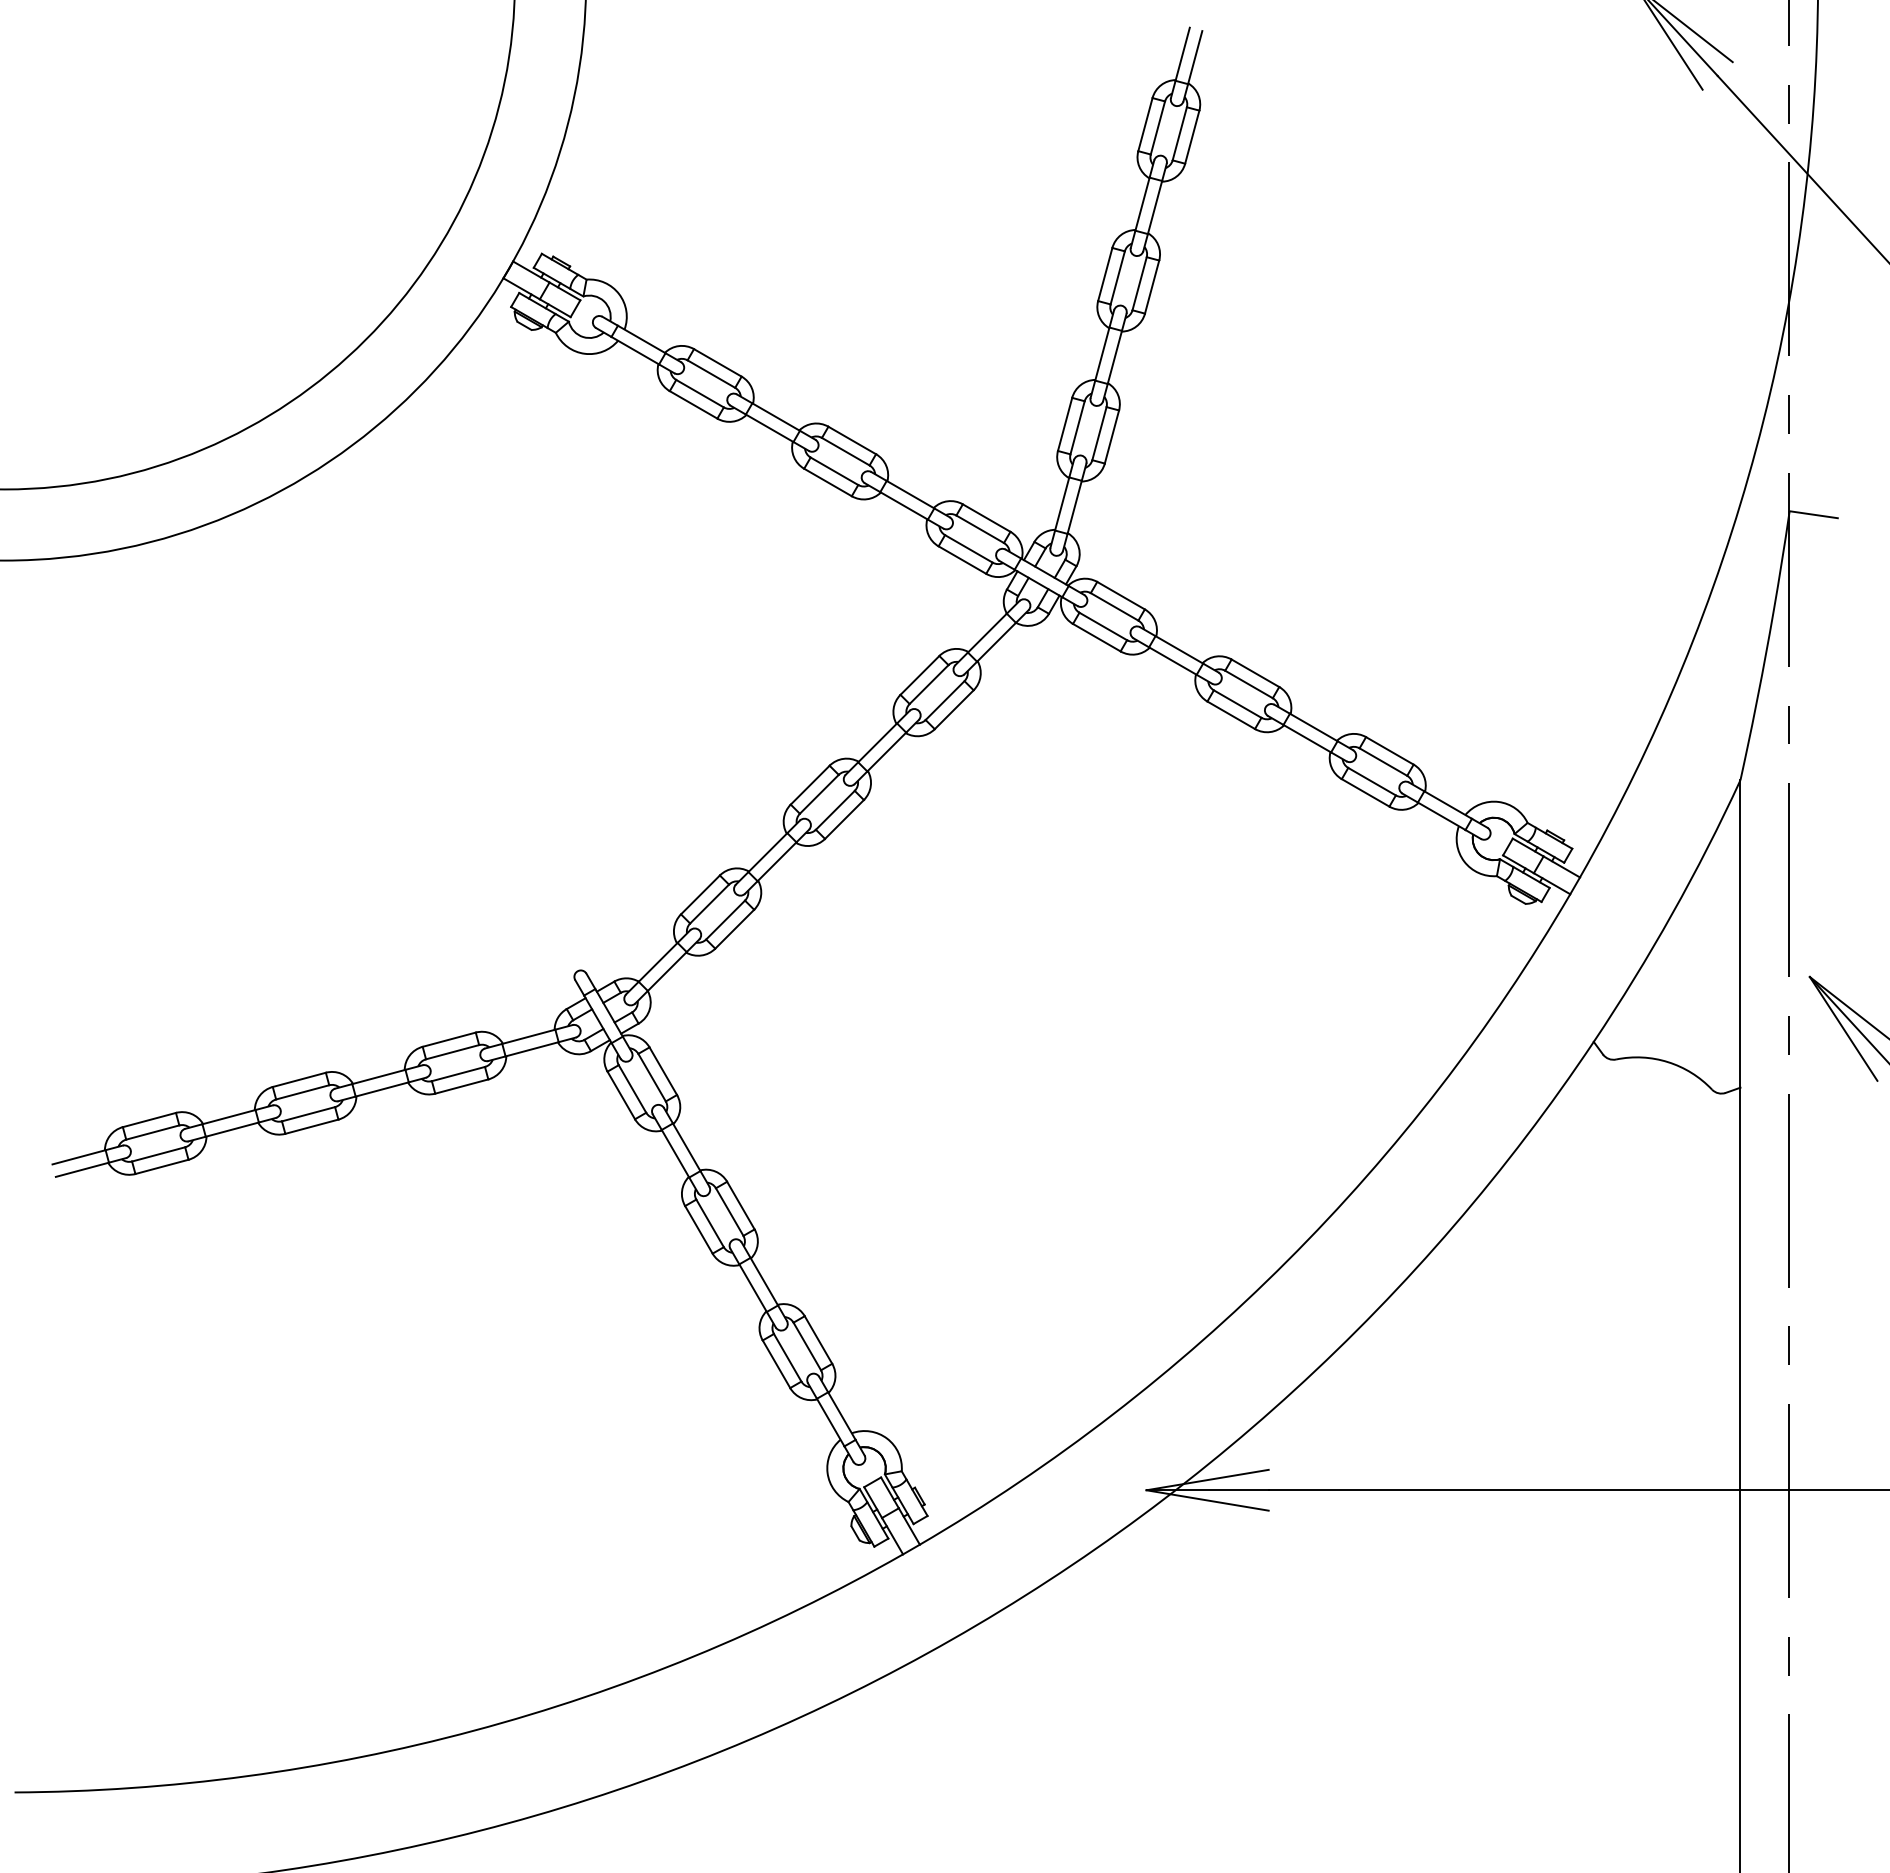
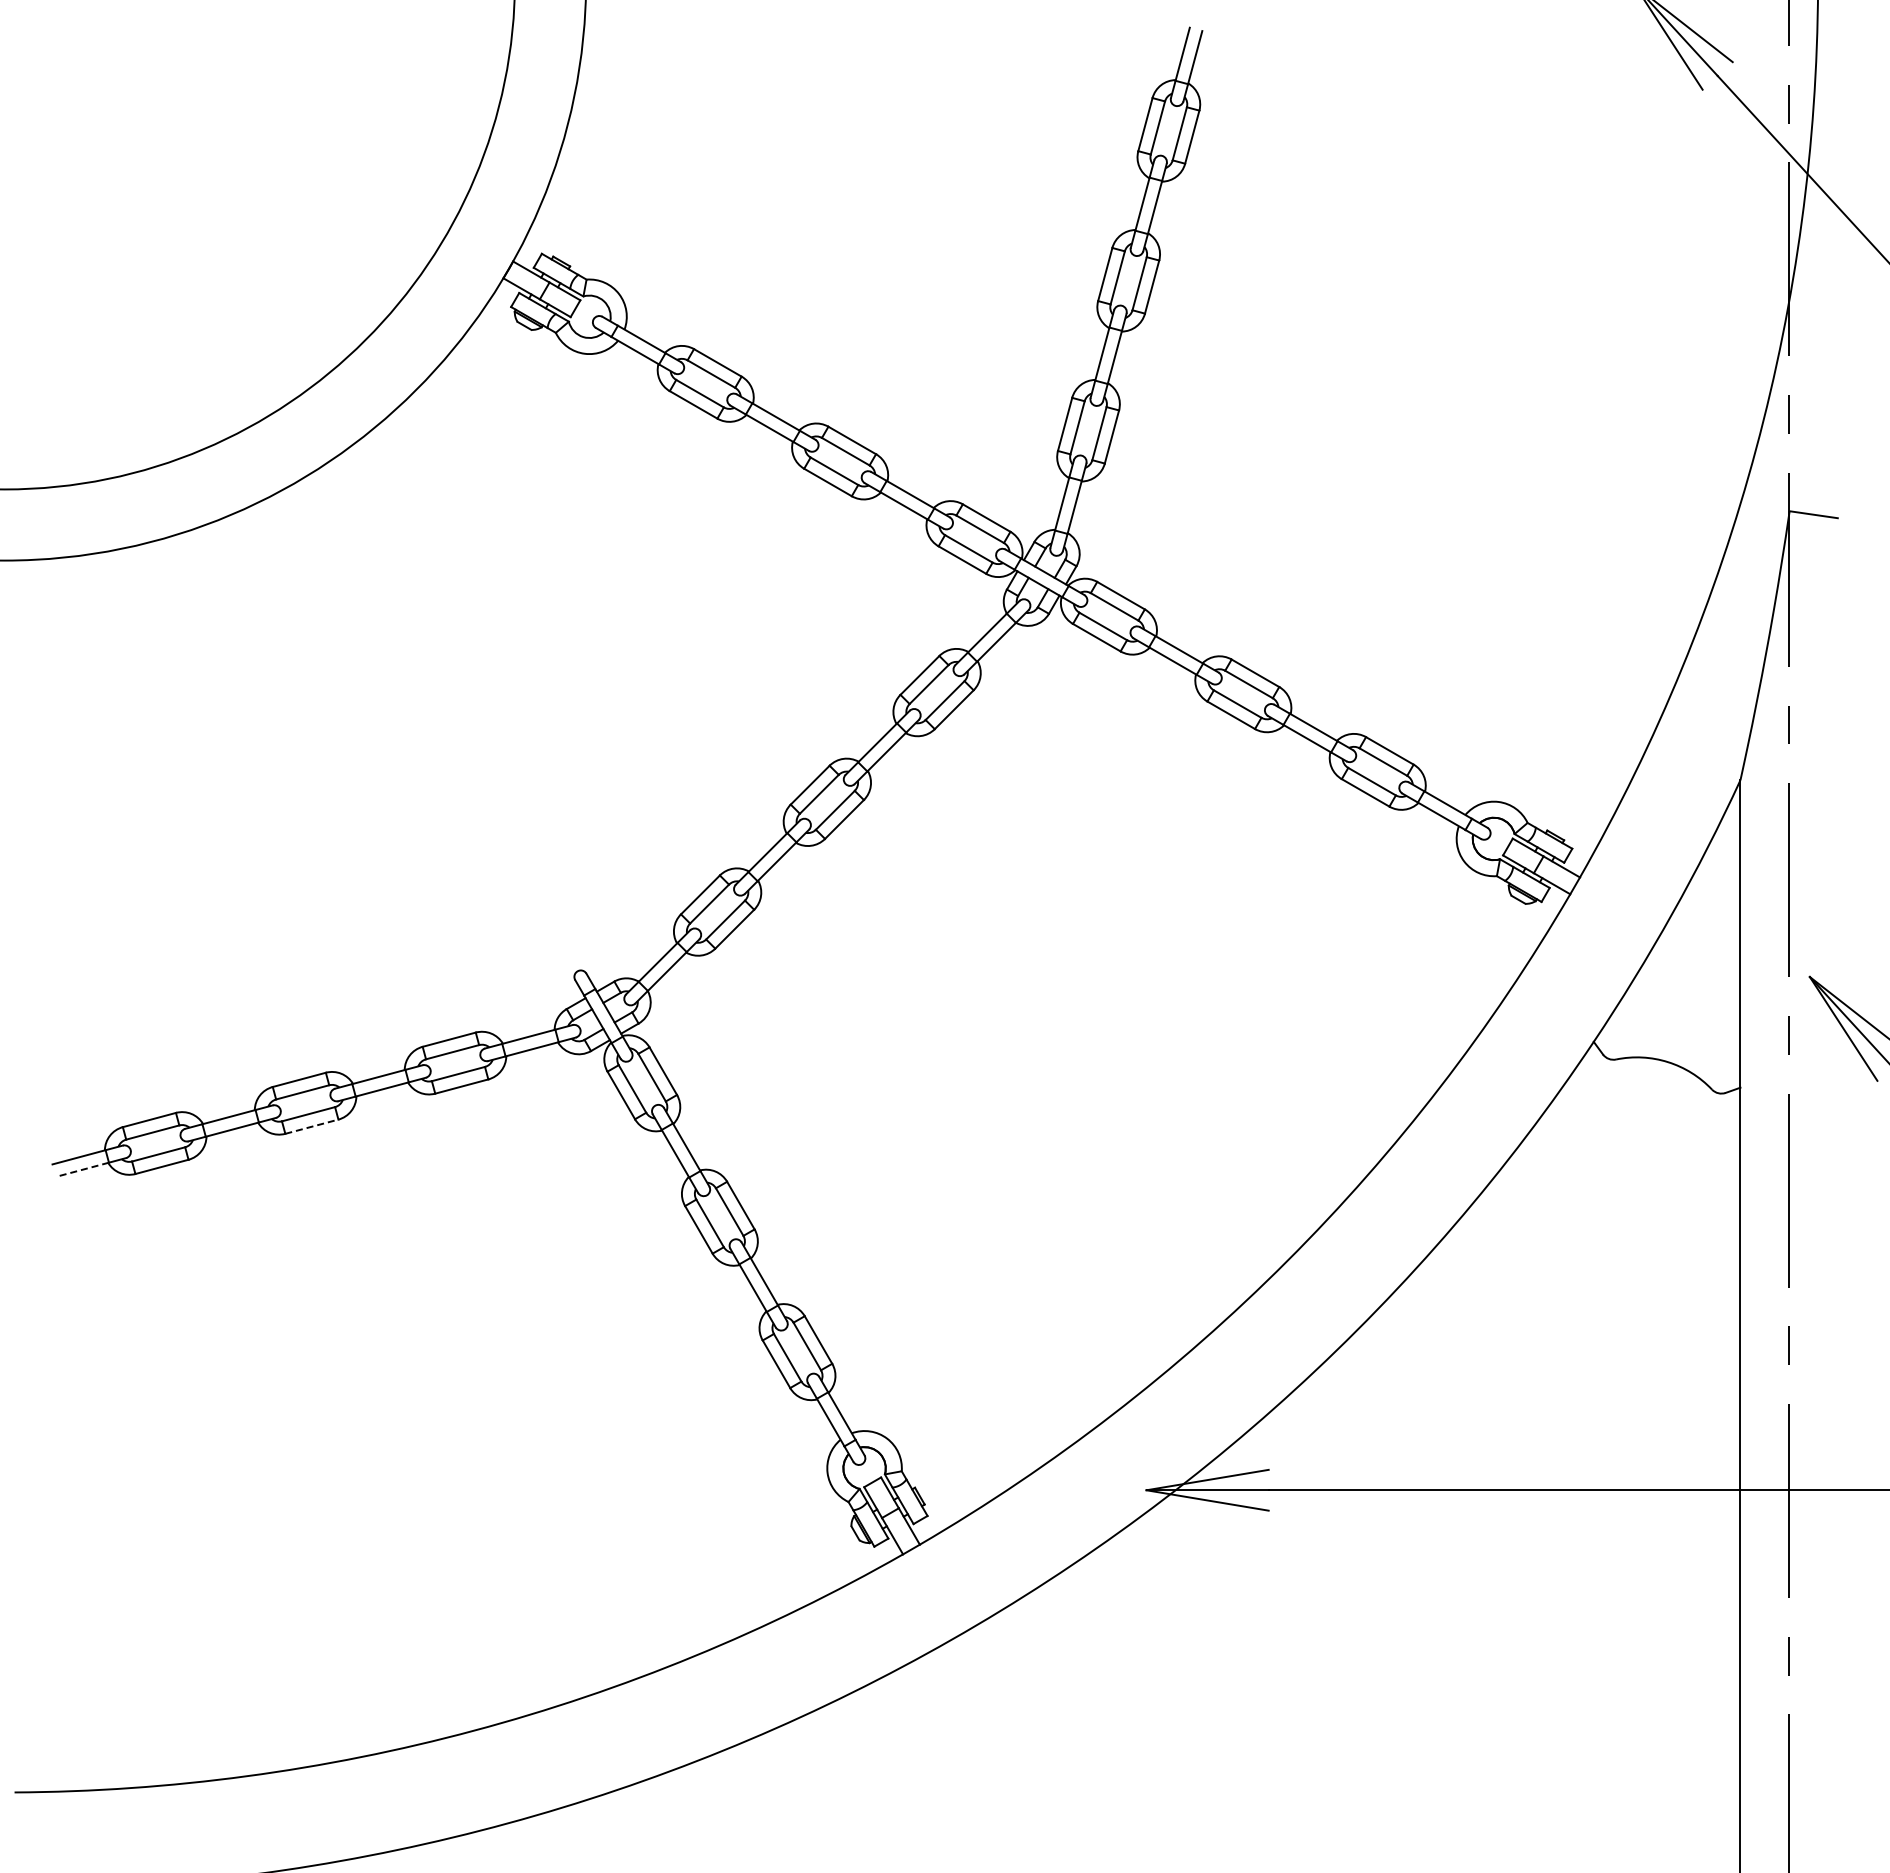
line at (312, 1126): solid -> dashed
line at (81, 1169): solid -> dashed
